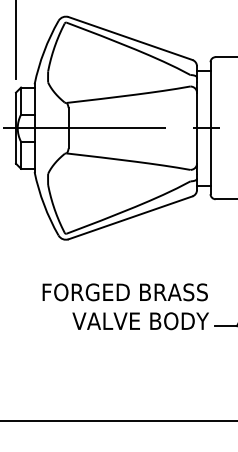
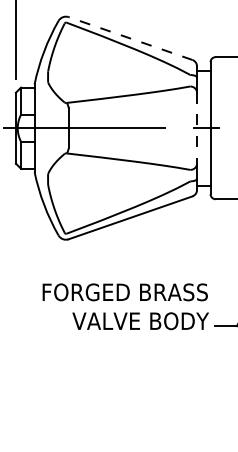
line at (130, 38): solid -> dashed
line at (197, 128): solid -> dashed
line at (118, 421): present -> none
